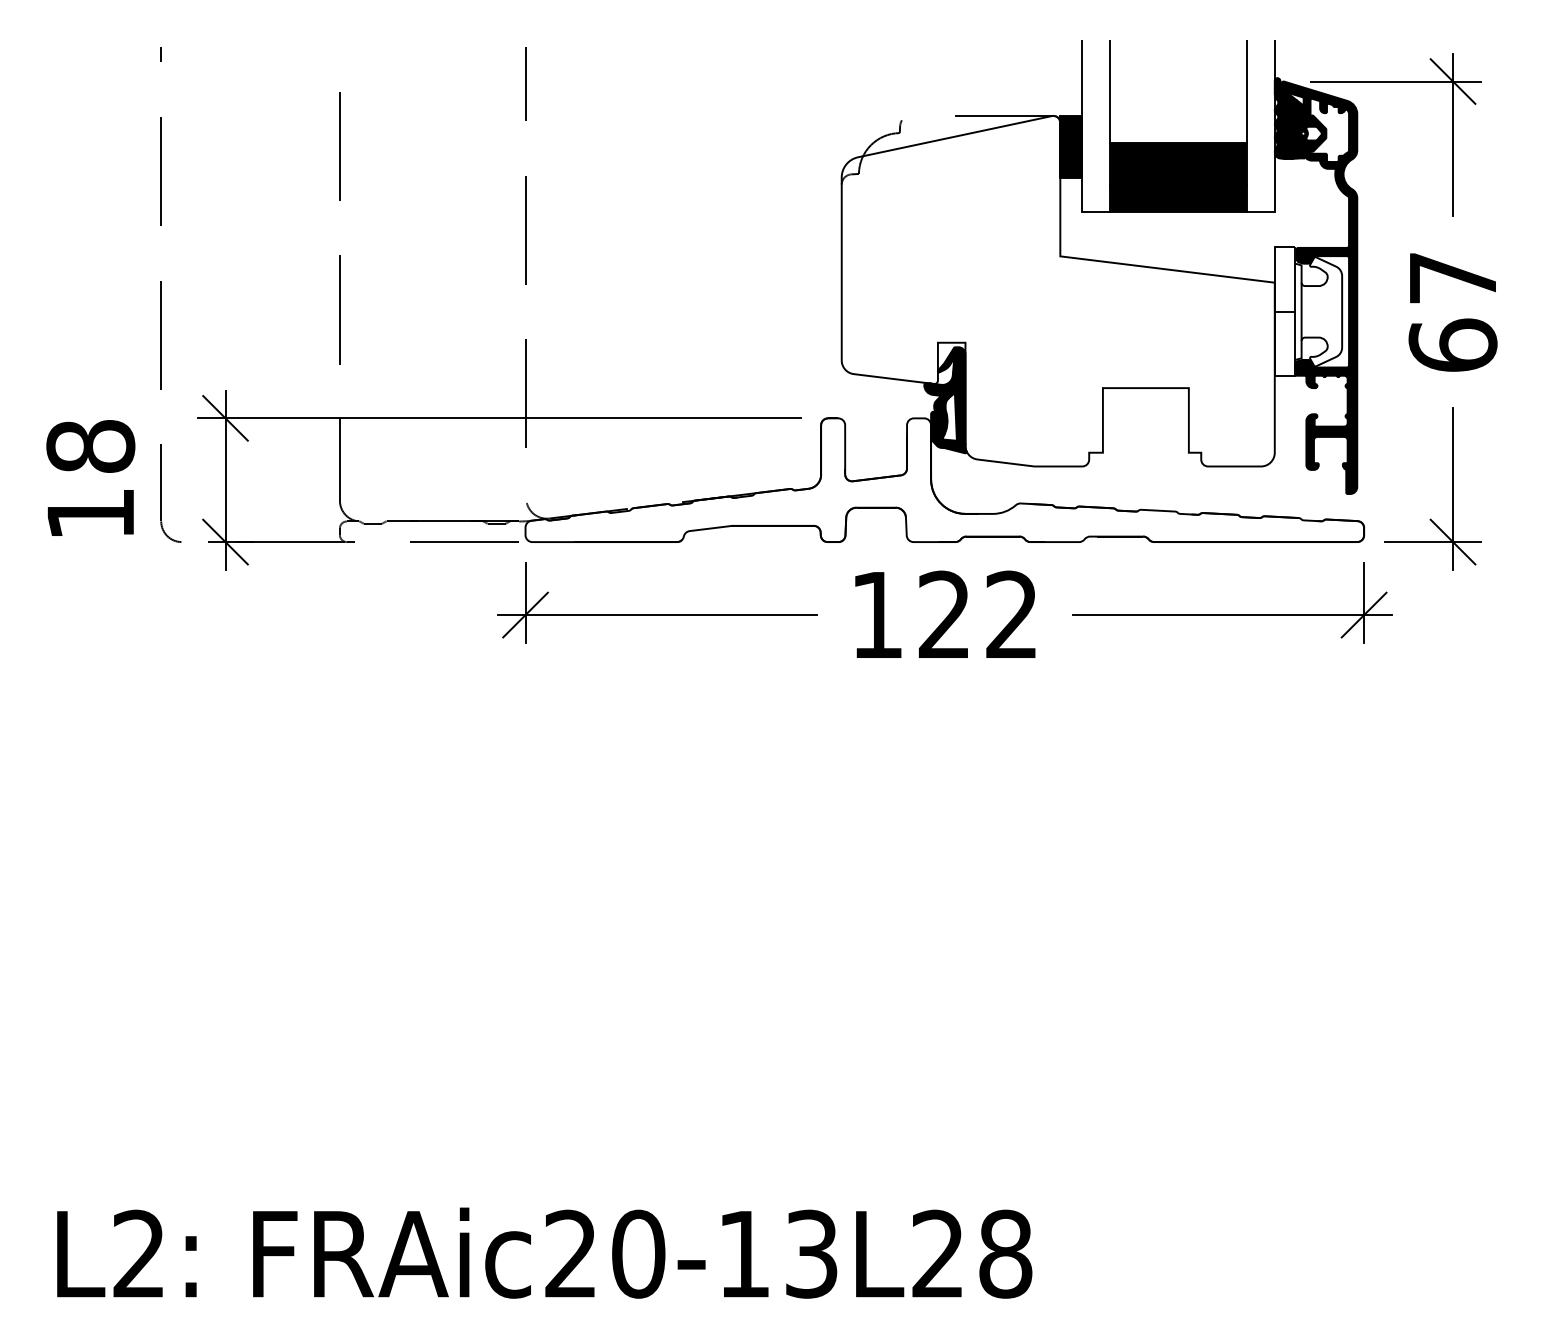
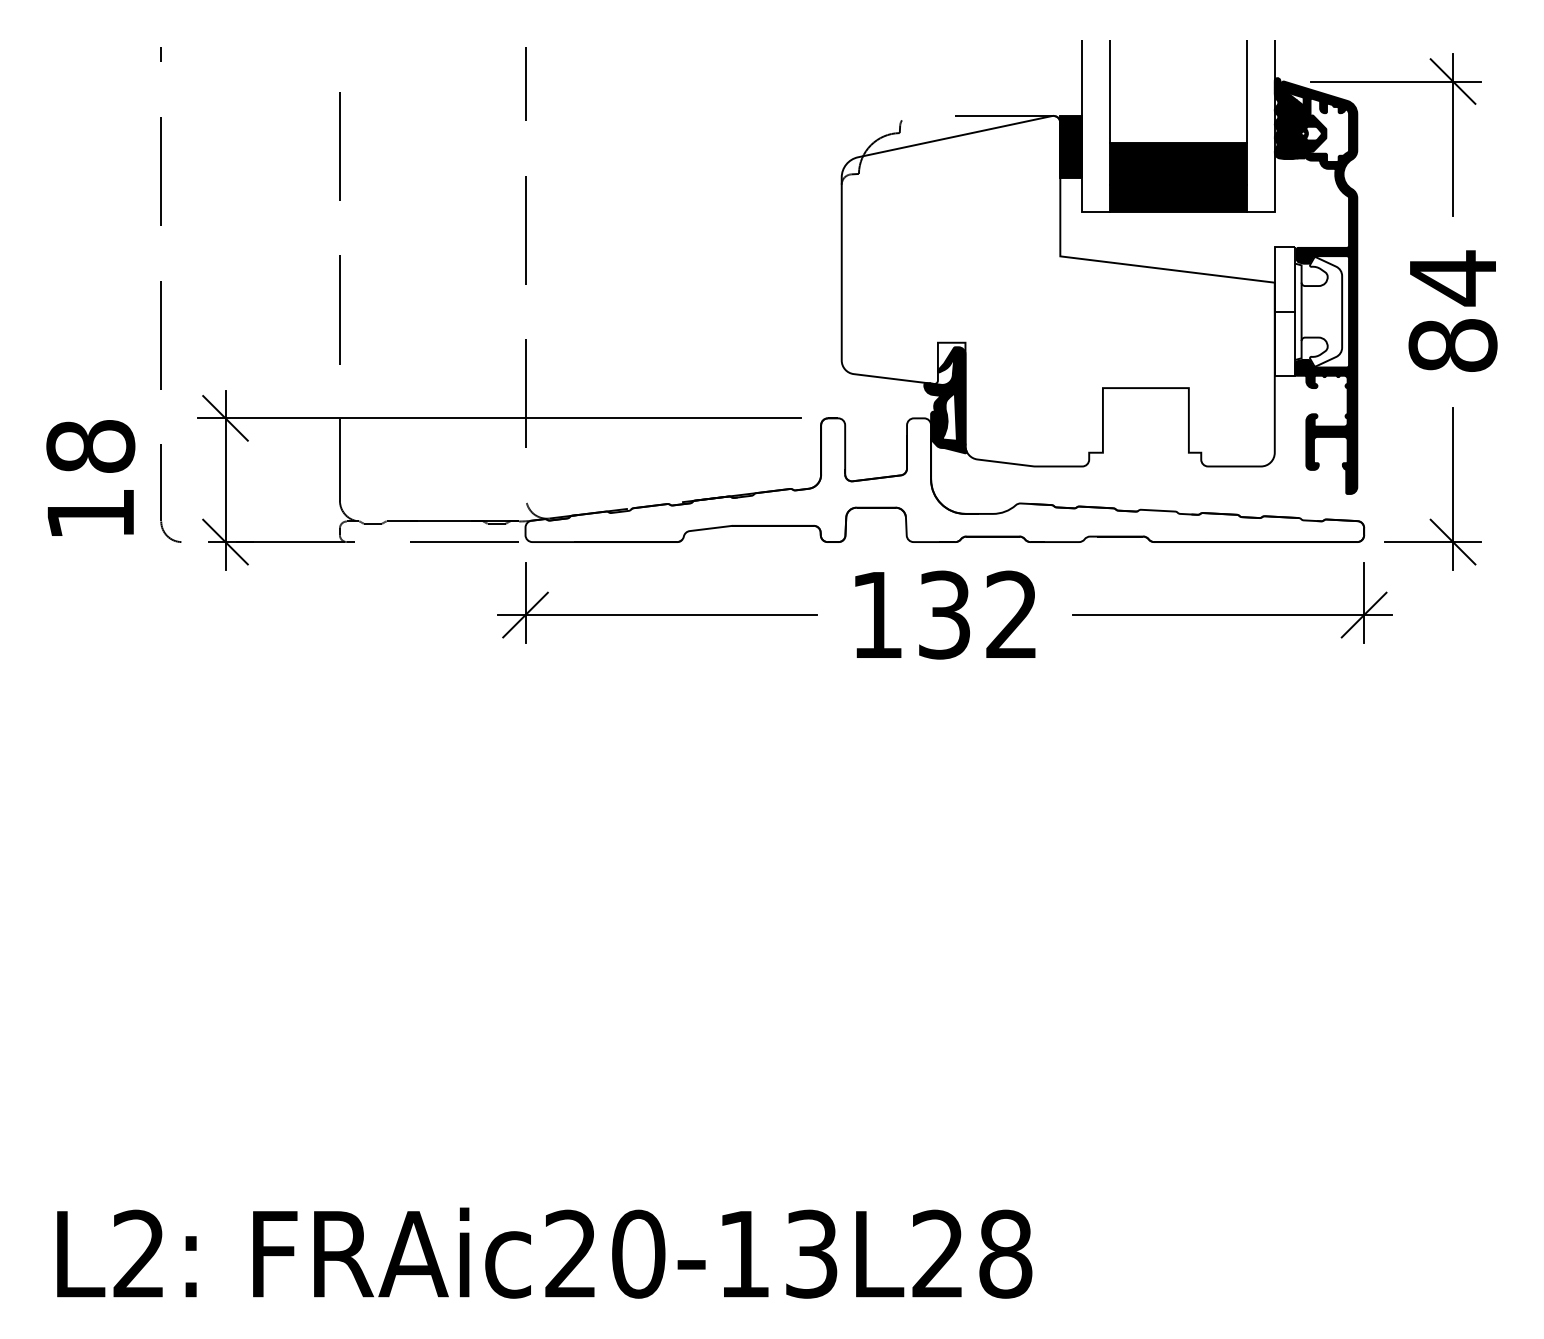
text at (1452, 310): 67 -> 84
text at (943, 614): 122 -> 132
